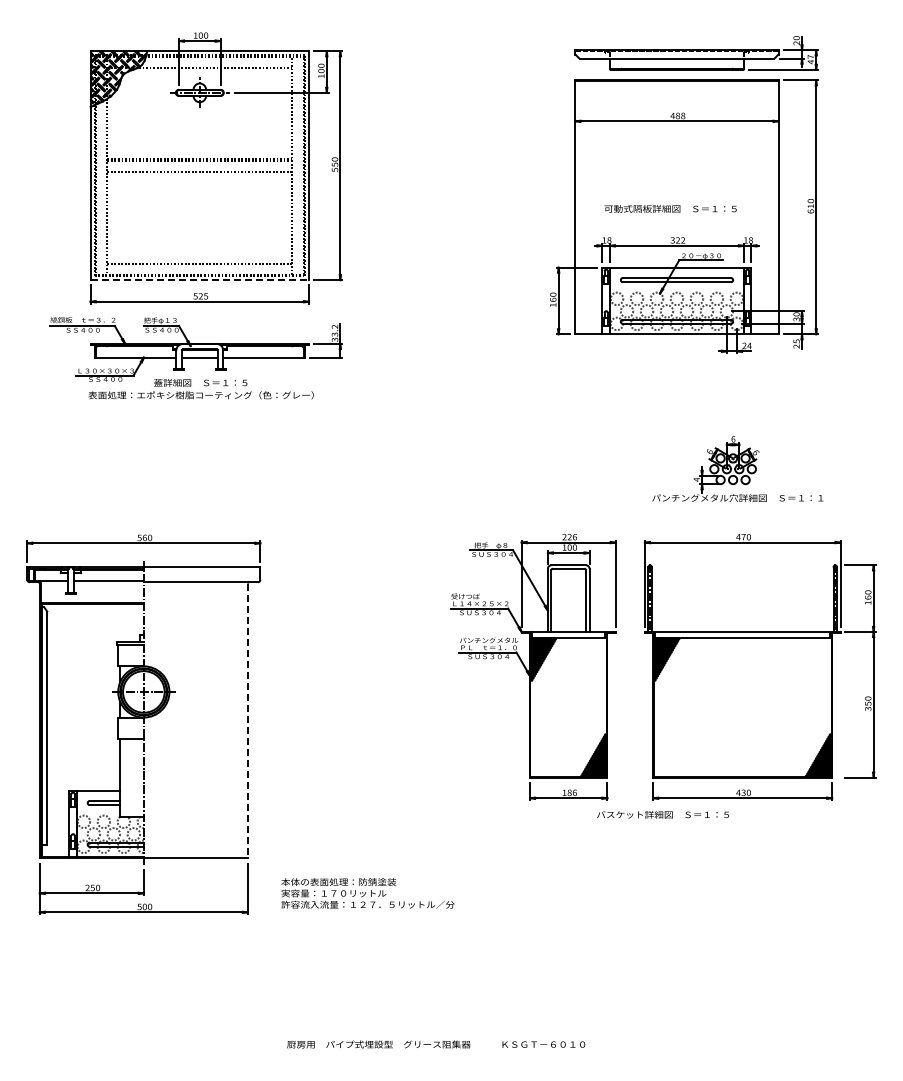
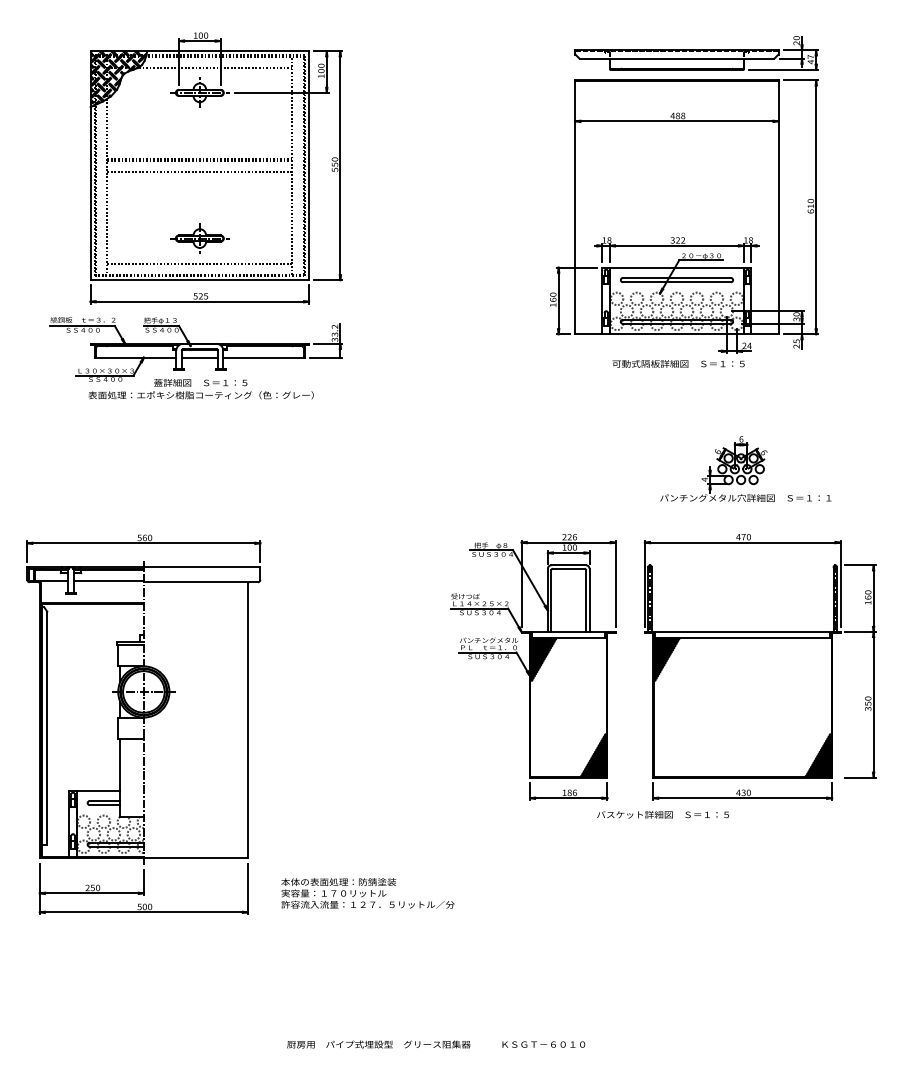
text at (670, 208) position: (670, 208) -> (678, 363)
part at (199, 238): none -> present
line at (200, 280): dashed -> solid
part at (737, 468) position: (737, 468) -> (745, 468)
line at (247, 721): dashed -> solid
